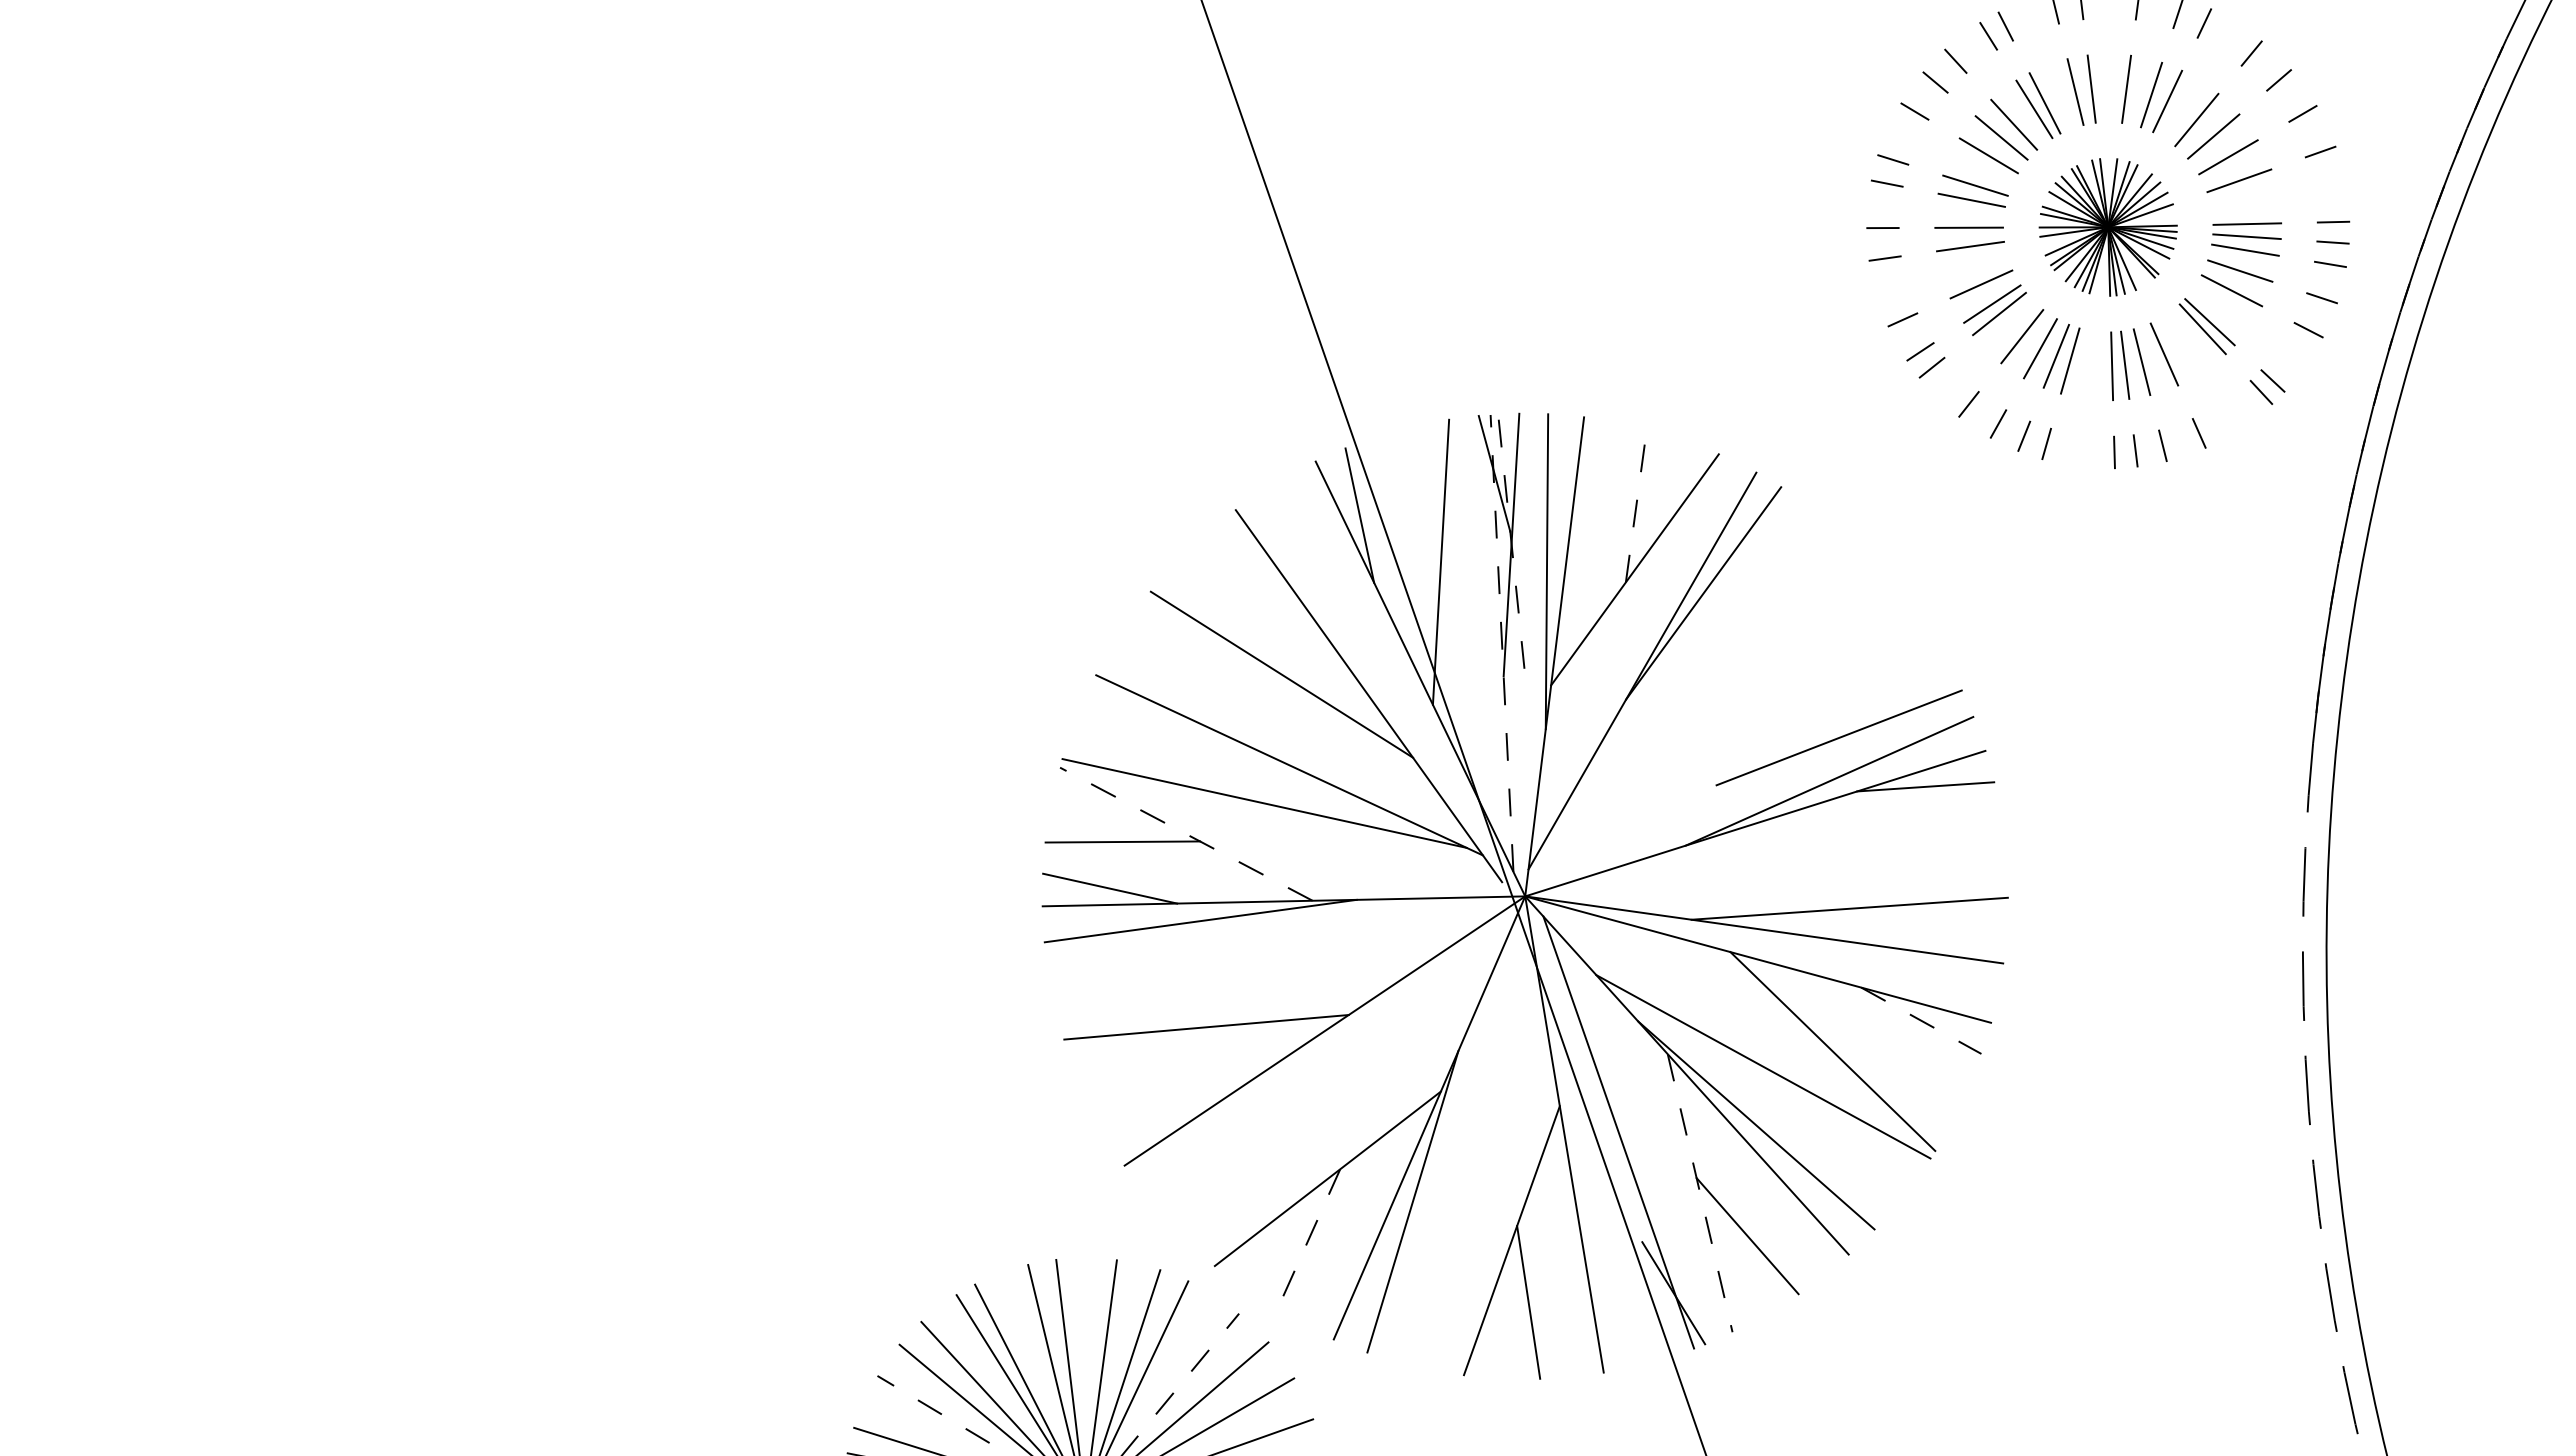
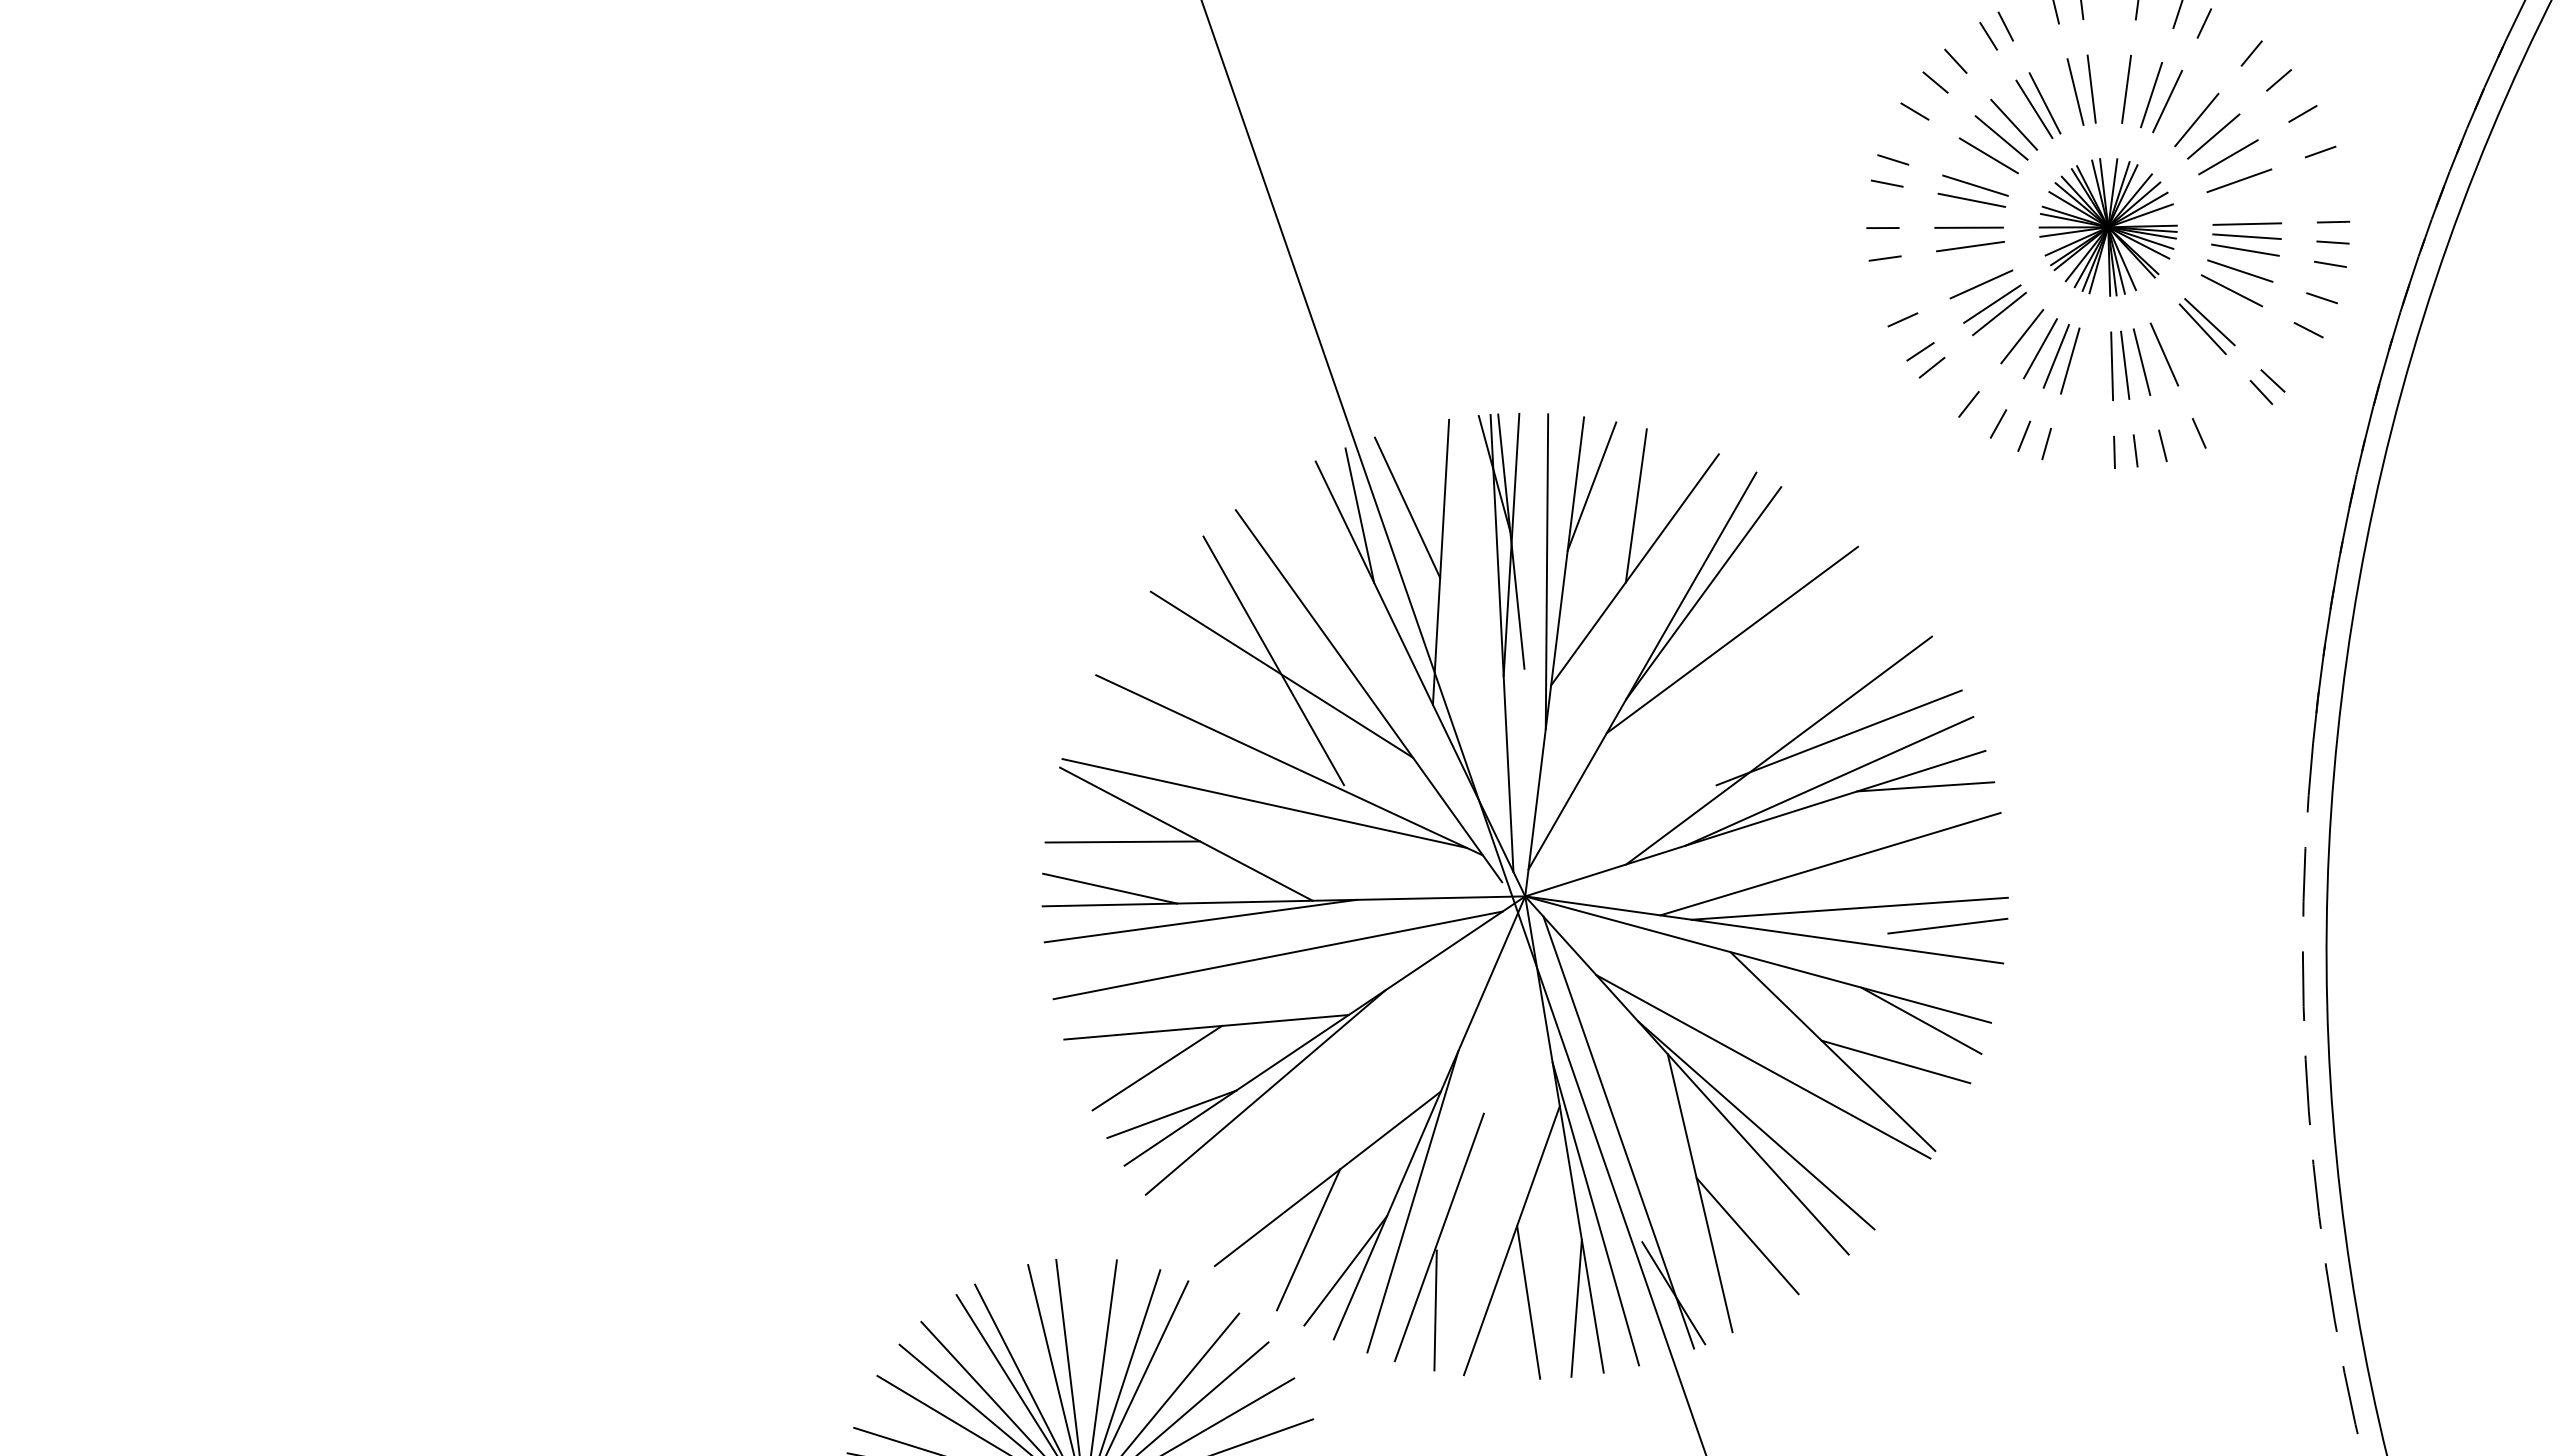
line at (1591, 486): none -> present
line at (1636, 505): dashed -> solid
line at (1407, 507): none -> present
line at (1511, 541): dashed -> solid
line at (1732, 639): none -> present
line at (1502, 643): dashed -> solid
line at (1273, 660): none -> present
line at (1779, 750): none -> present
line at (1186, 834): dashed -> solid
line at (1830, 863): none -> present
line at (1947, 925): none -> present
line at (1277, 955): none -> present
line at (1921, 1020): dashed -> solid
line at (1895, 1061): none -> present
line at (1157, 1067): none -> present
line at (1265, 1092): none -> present
line at (1171, 1114): none -> present
line at (1700, 1193): dashed -> solid
line at (1595, 1213): none -> present
line at (1308, 1240): dashed -> solid
part at (1438, 1241): none -> present
line at (1345, 1270): none -> present
line at (1576, 1307): none -> present
line at (1180, 1384): dashed -> solid
line at (943, 1415): dashed -> solid
